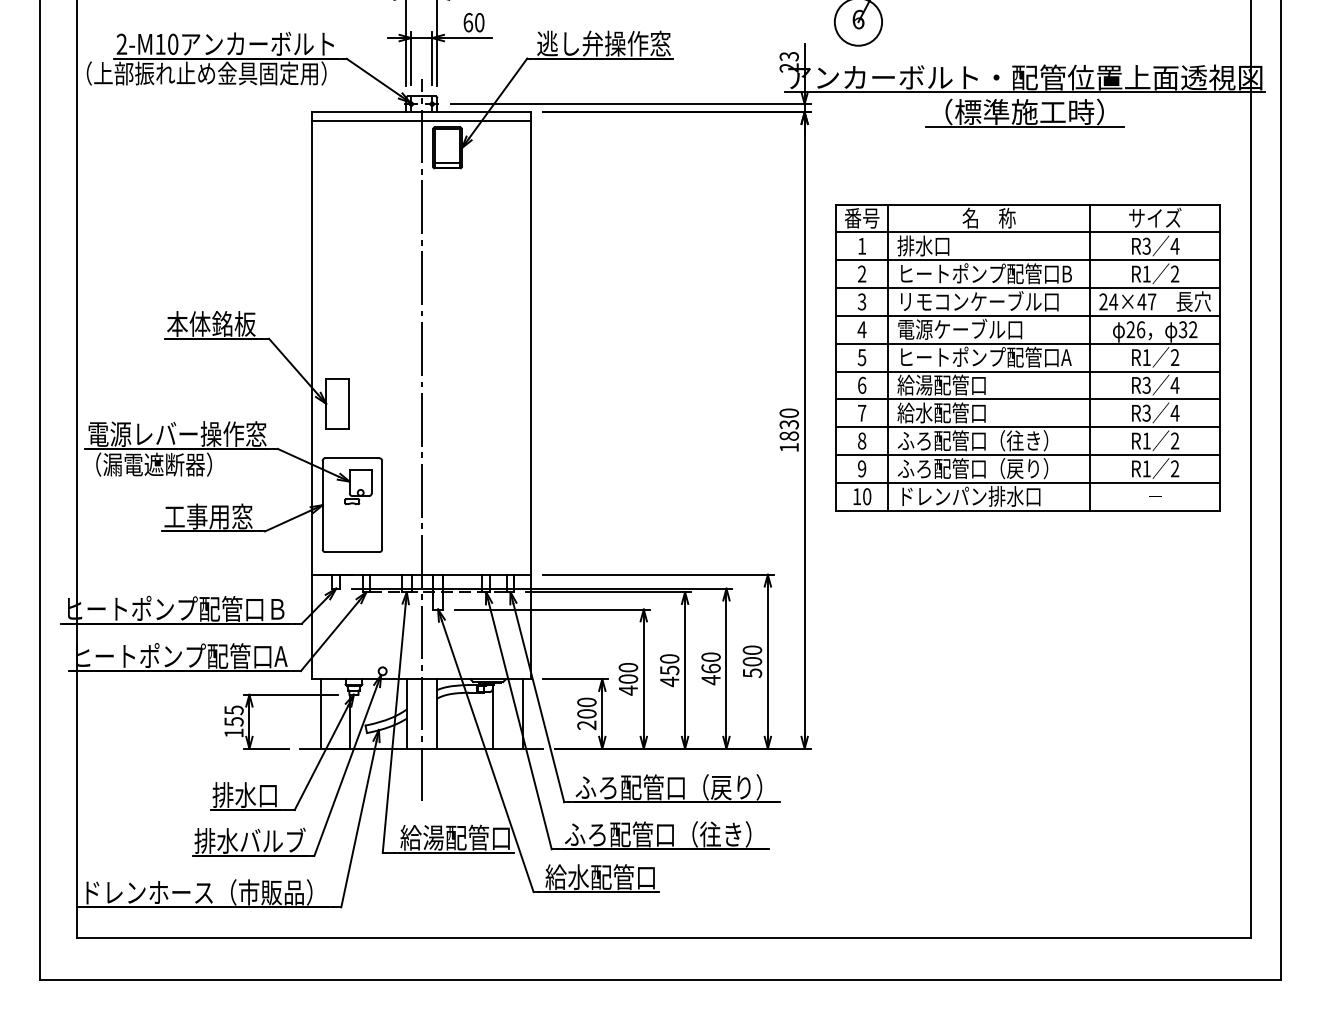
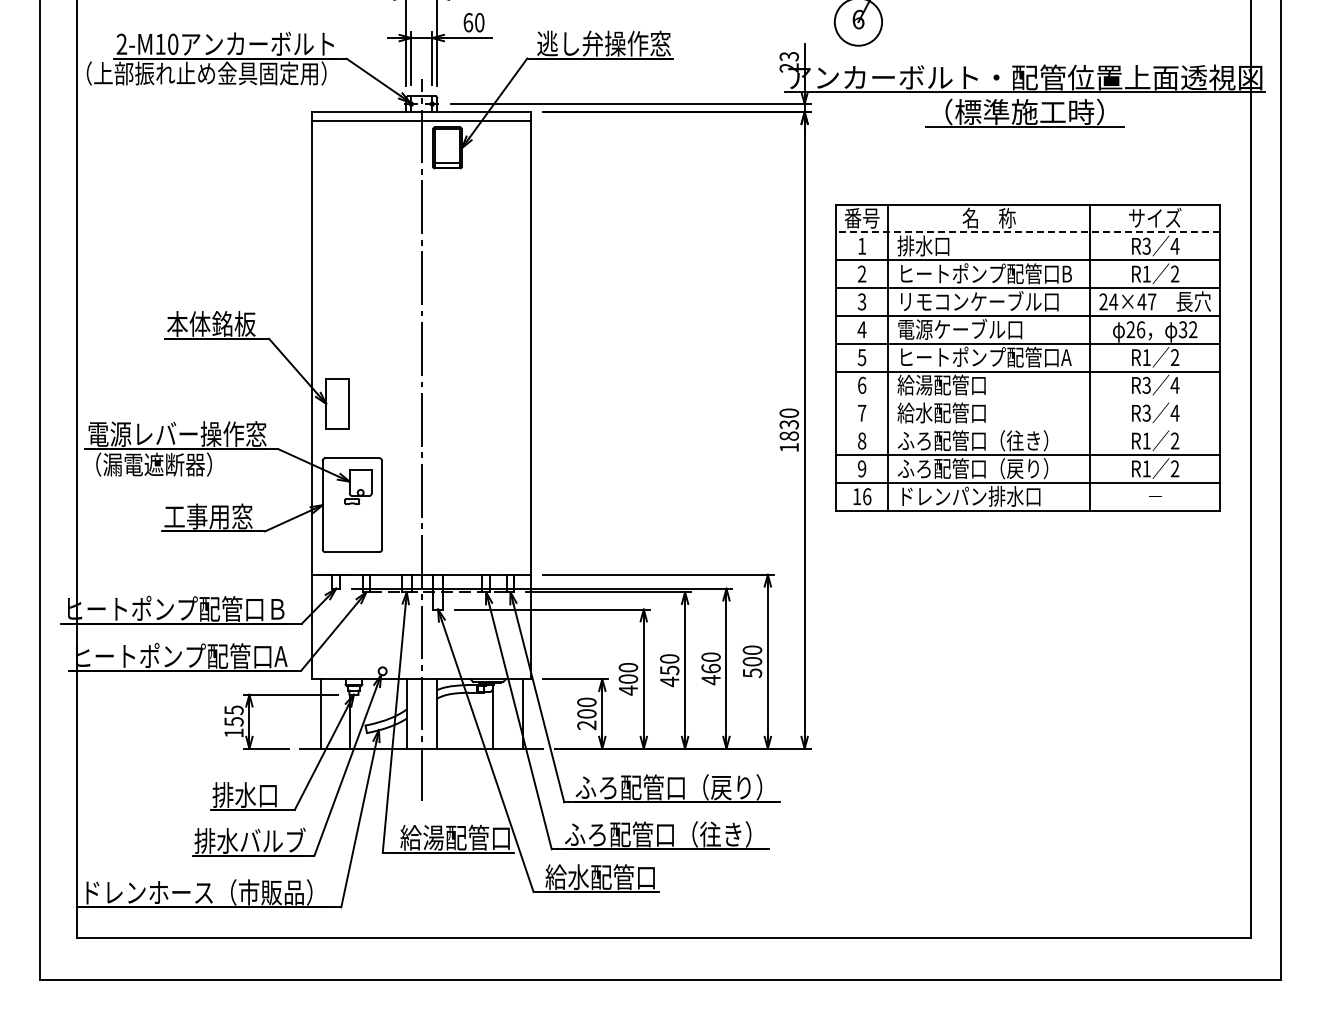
line at (1027, 232): solid -> dashed
line at (1028, 399): present -> none
line at (1028, 427): present -> none
text at (867, 496): 10 -> 16
